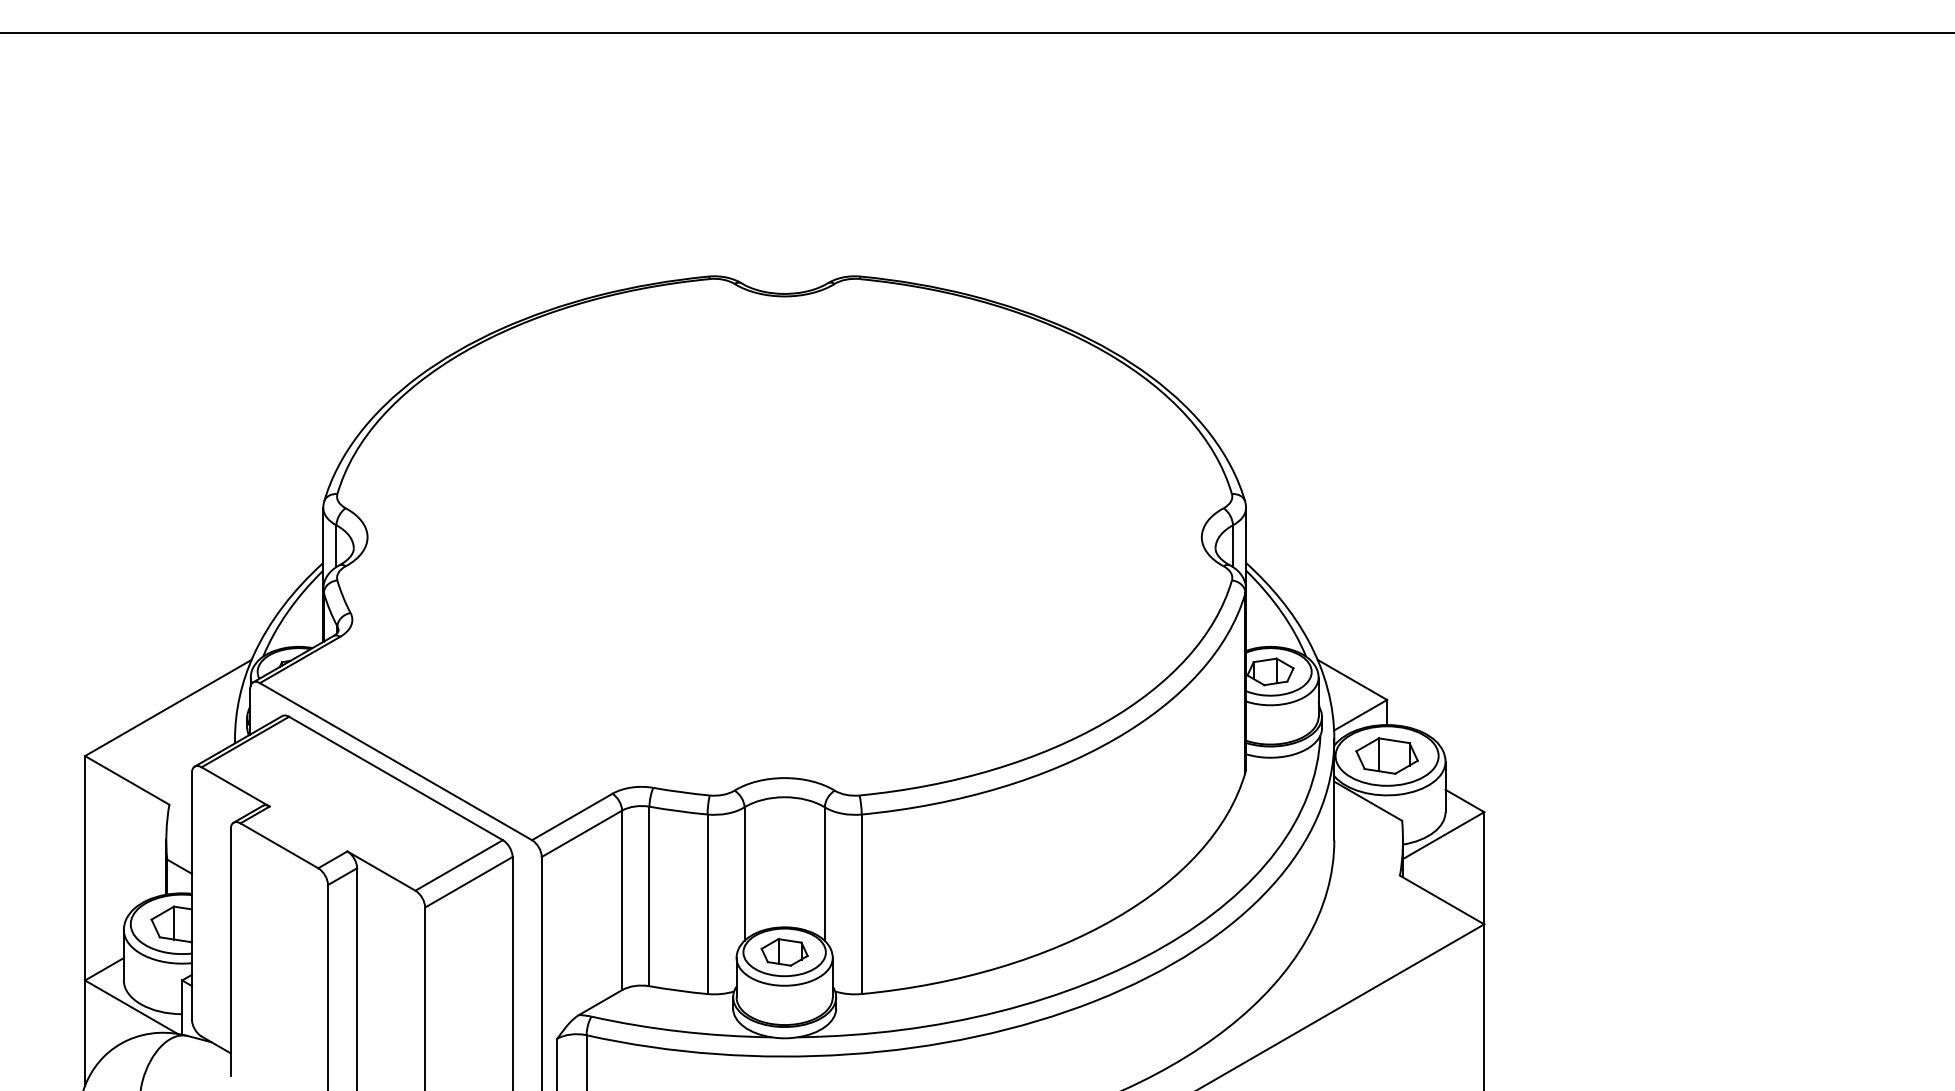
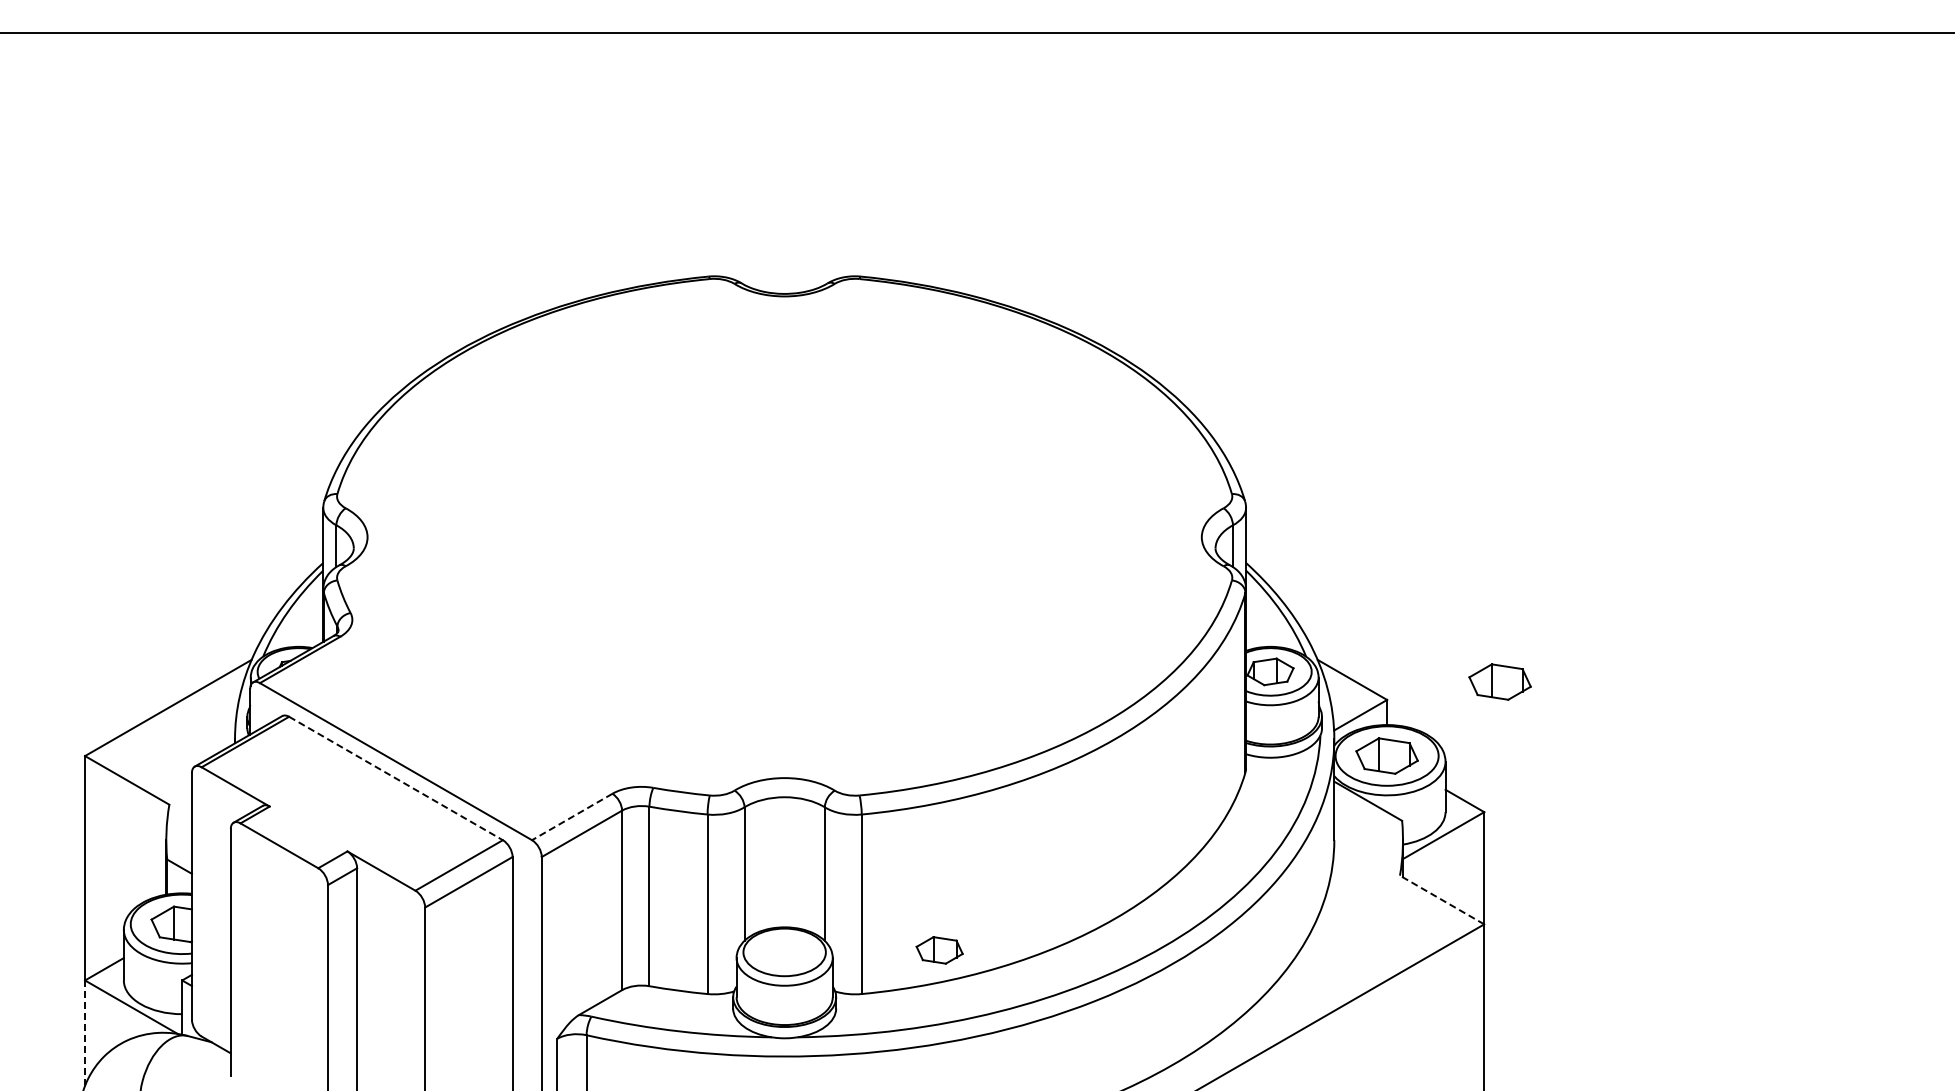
part at (1499, 681): none -> present
line at (396, 778): solid -> dashed
line at (571, 817): solid -> dashed
line at (1442, 900): solid -> dashed
part at (784, 952) position: (784, 952) -> (939, 950)
line at (85, 1033): solid -> dashed
